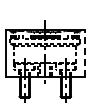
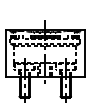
line at (84, 52): dashed -> solid
